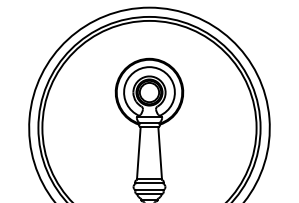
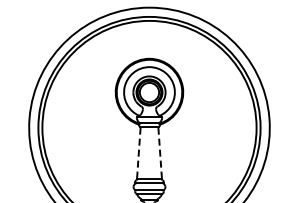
line at (138, 153): solid -> dashed
line at (160, 153): solid -> dashed
